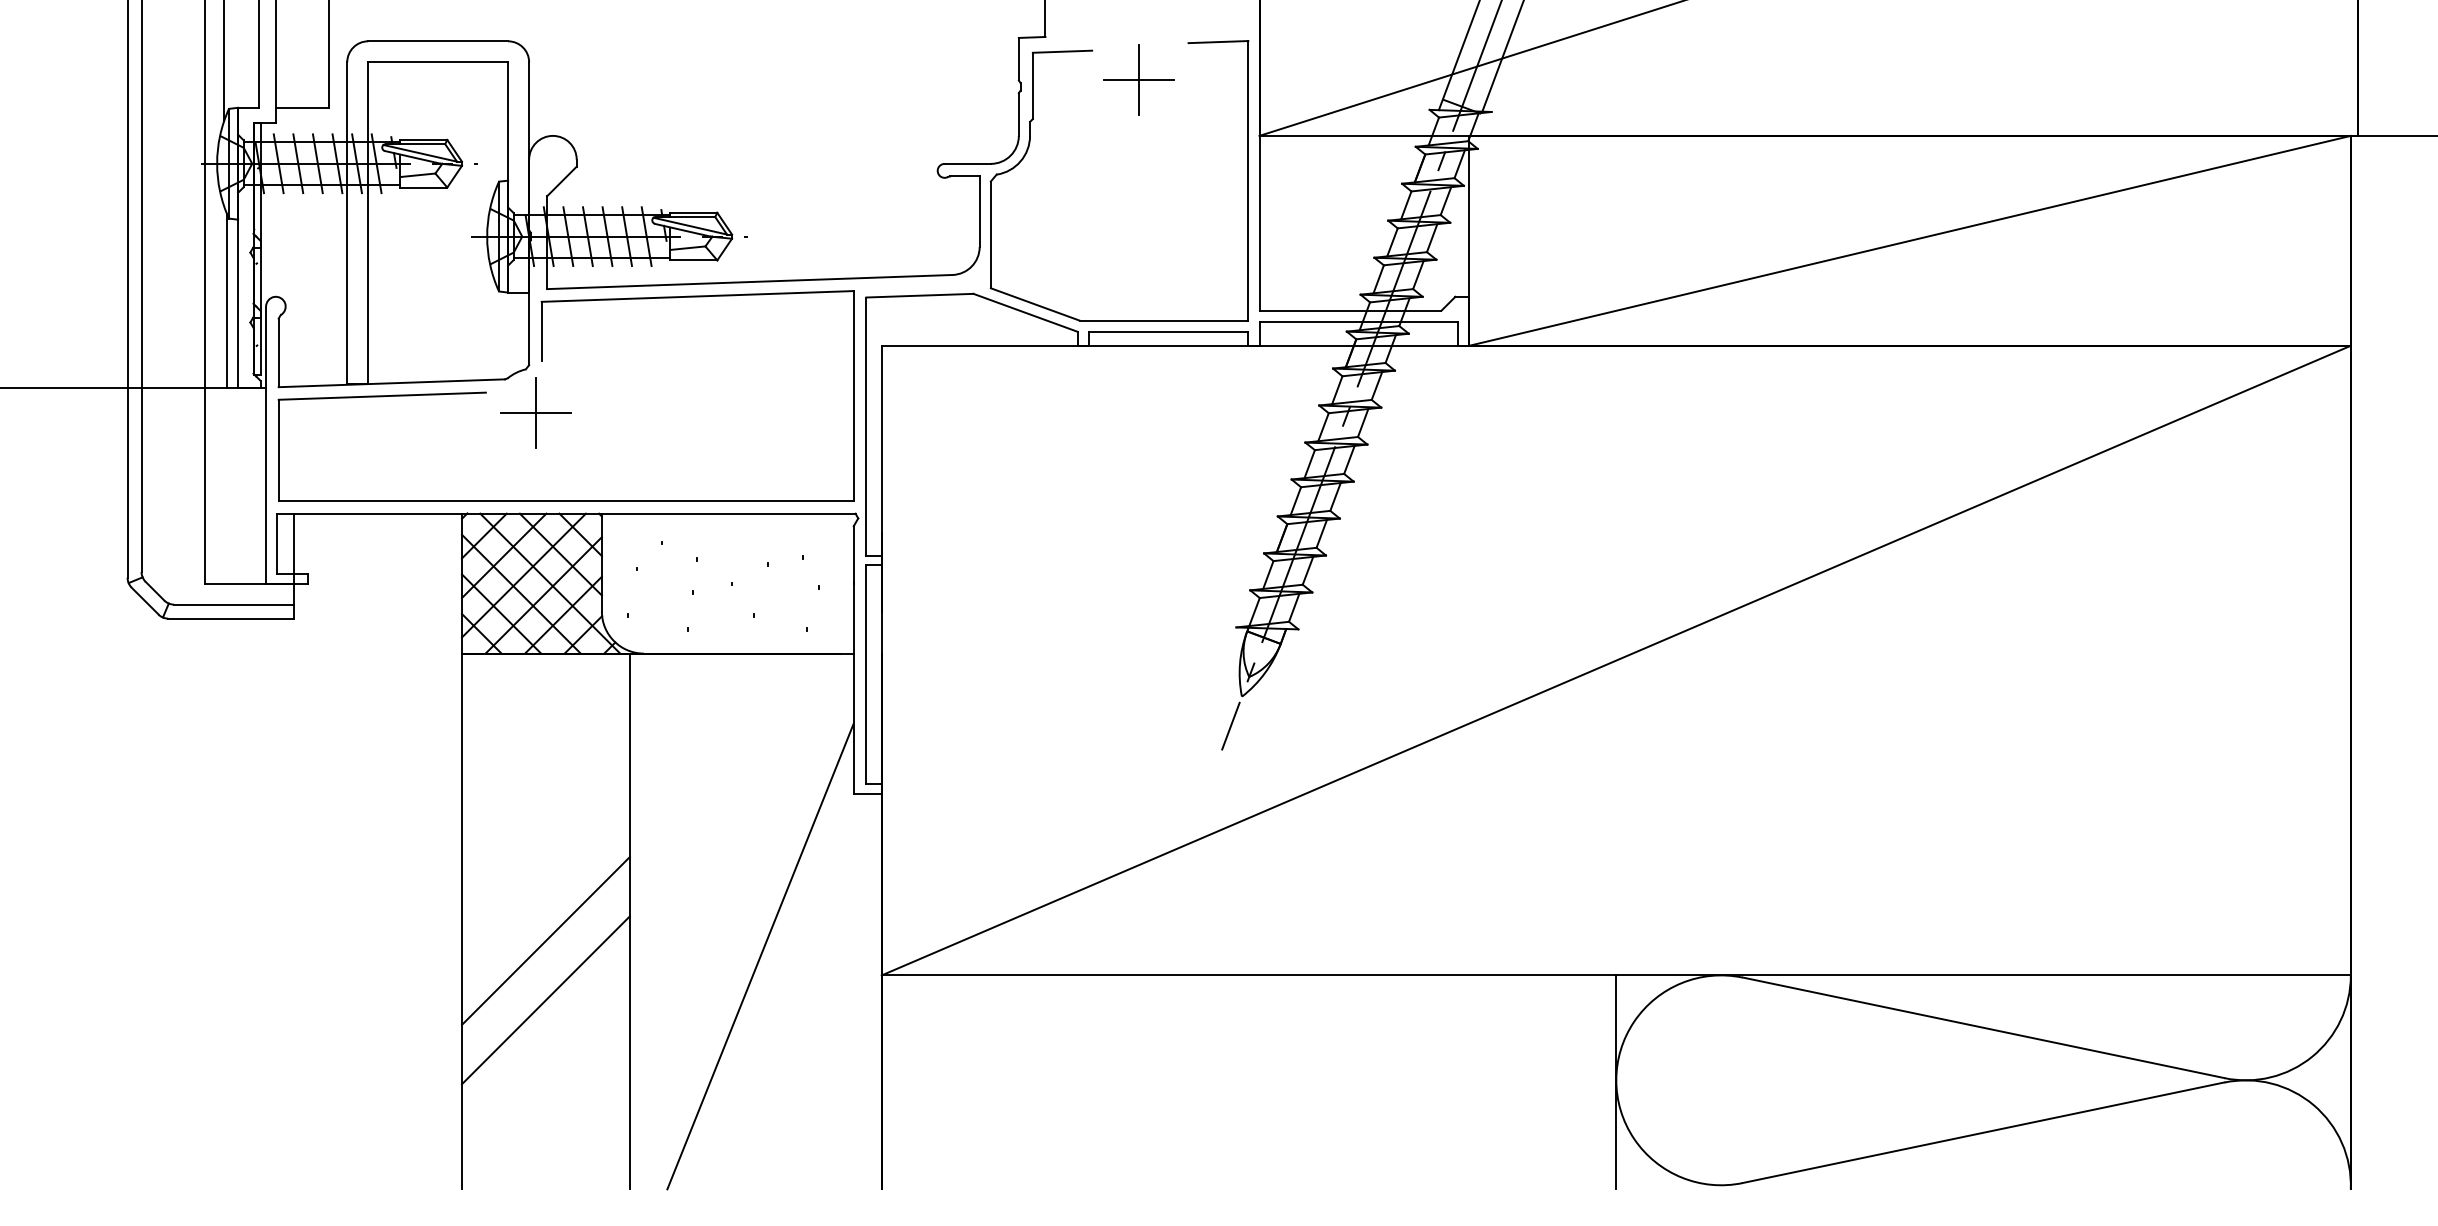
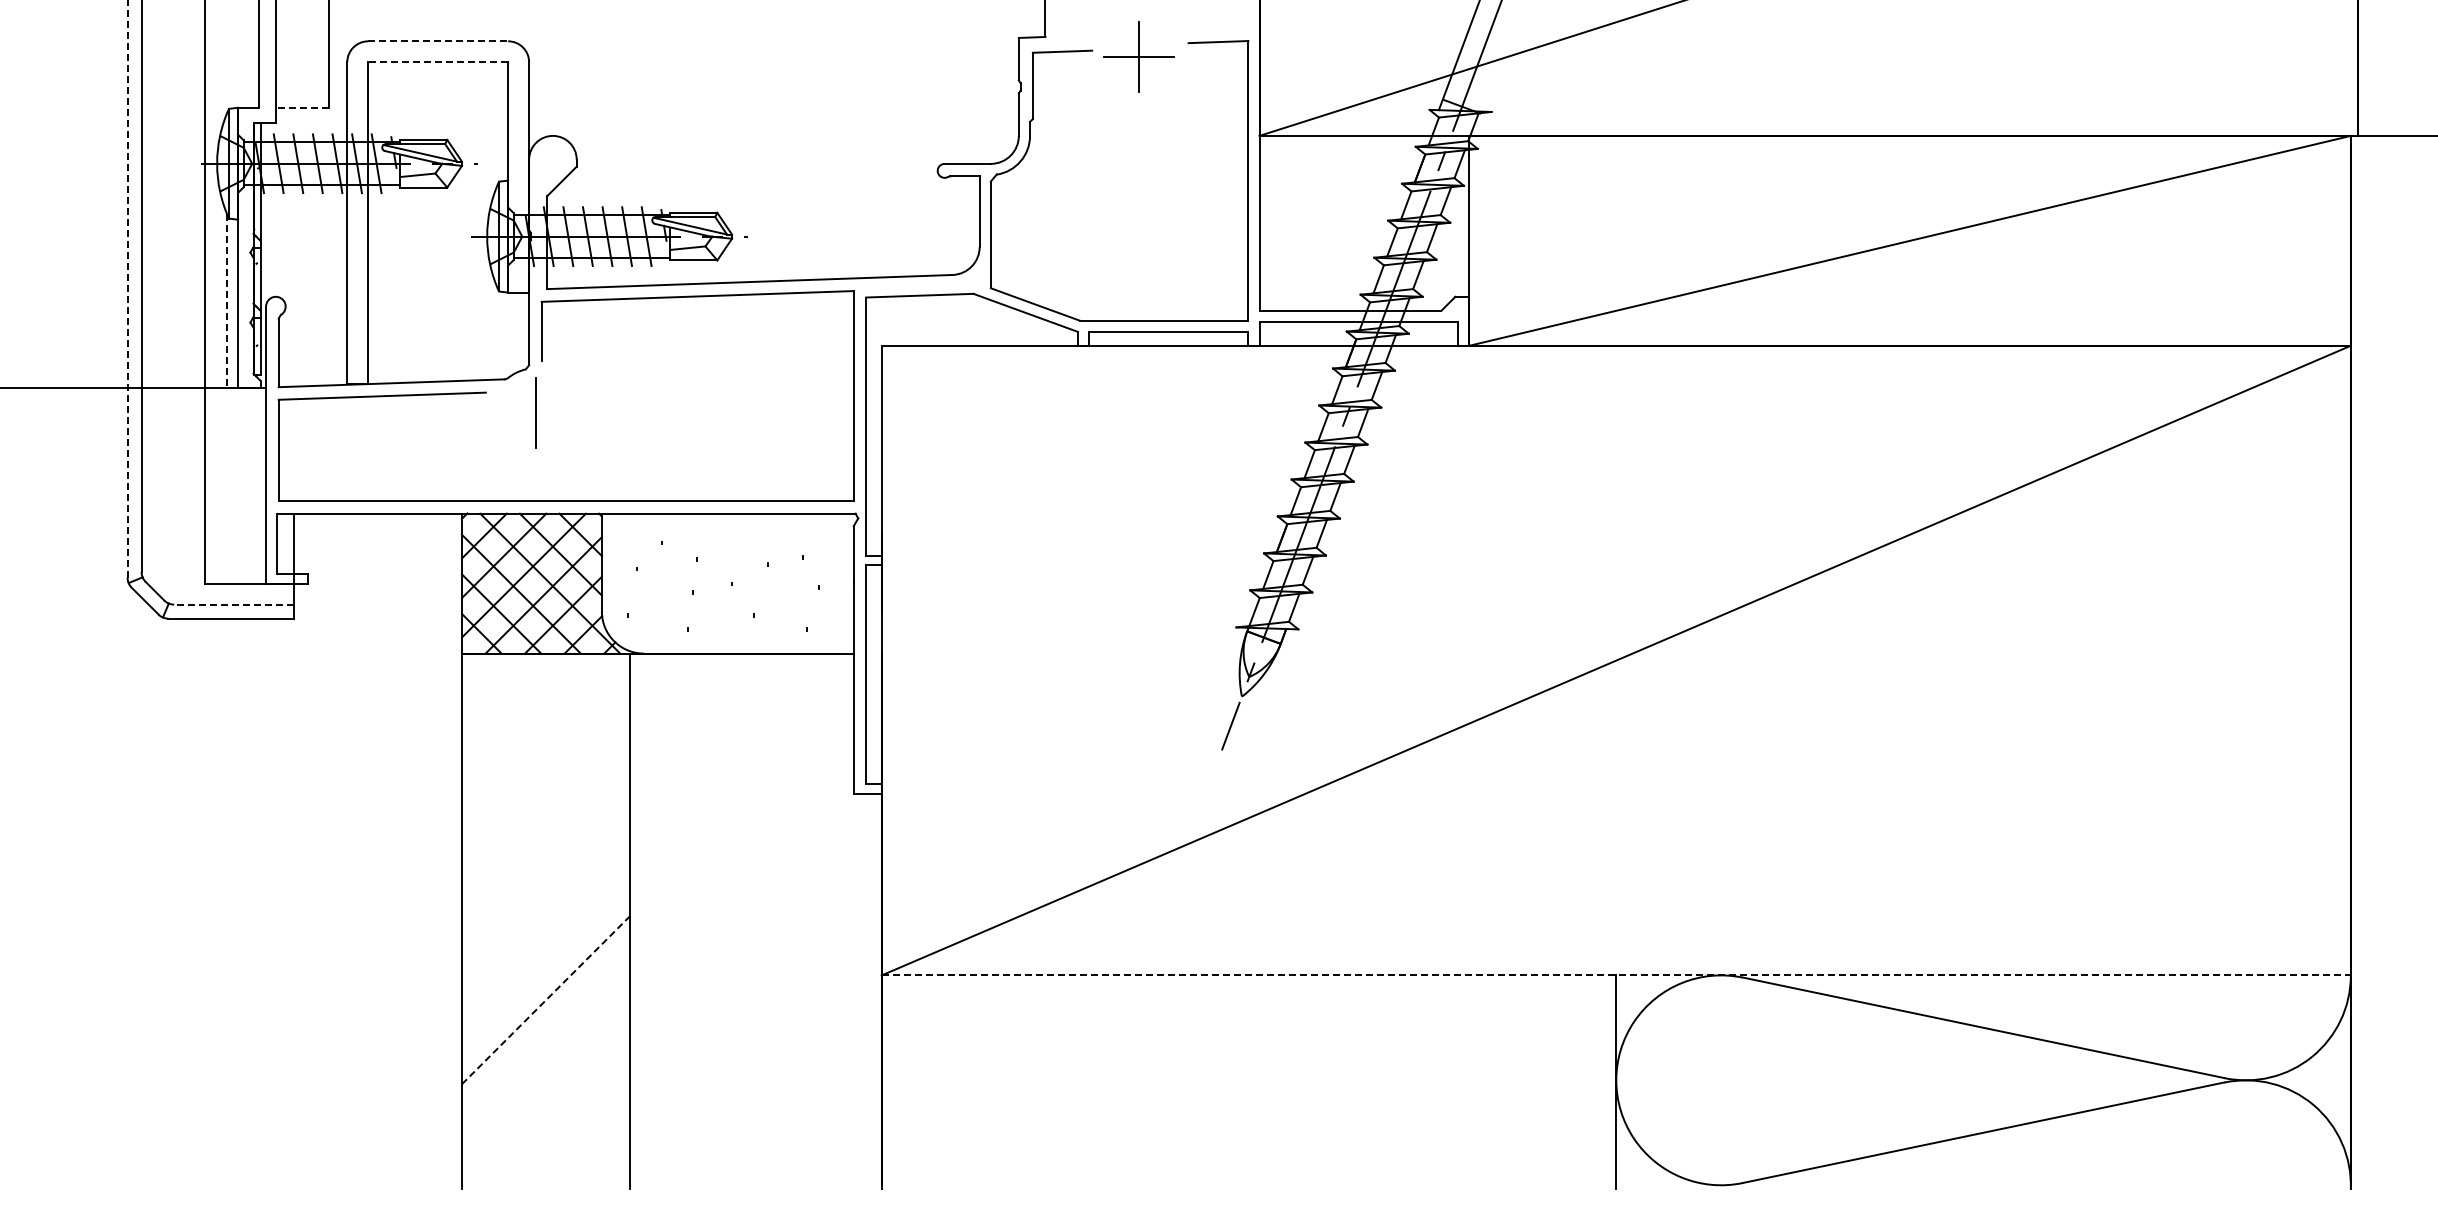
line at (438, 41): solid -> dashed
line at (1502, 56): present -> none
line at (224, 61): present -> none
line at (438, 62): solid -> dashed
part at (1138, 79) position: (1138, 79) -> (1138, 56)
line at (302, 107): solid -> dashed
line at (127, 288): solid -> dashed
line at (226, 300): solid -> dashed
line at (536, 412): present -> none
line at (234, 604): solid -> dashed
line at (545, 940): present -> none
line at (760, 956): present -> none
line at (1616, 975): solid -> dashed
line at (545, 1000): solid -> dashed
